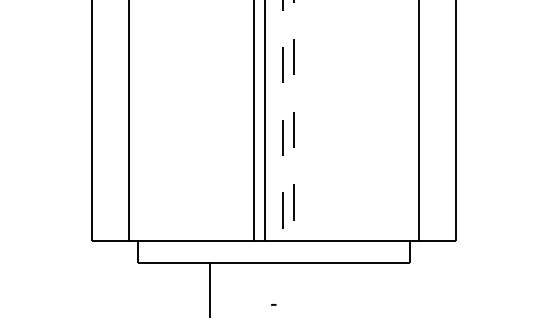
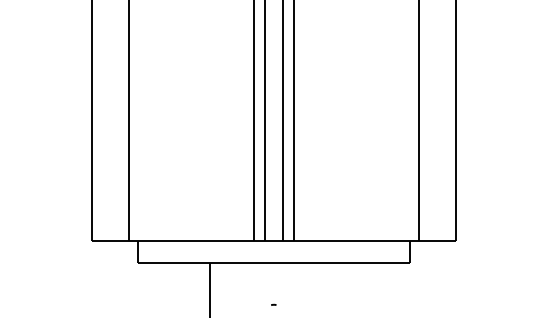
line at (283, 121): dashed -> solid
line at (293, 121): dashed -> solid
